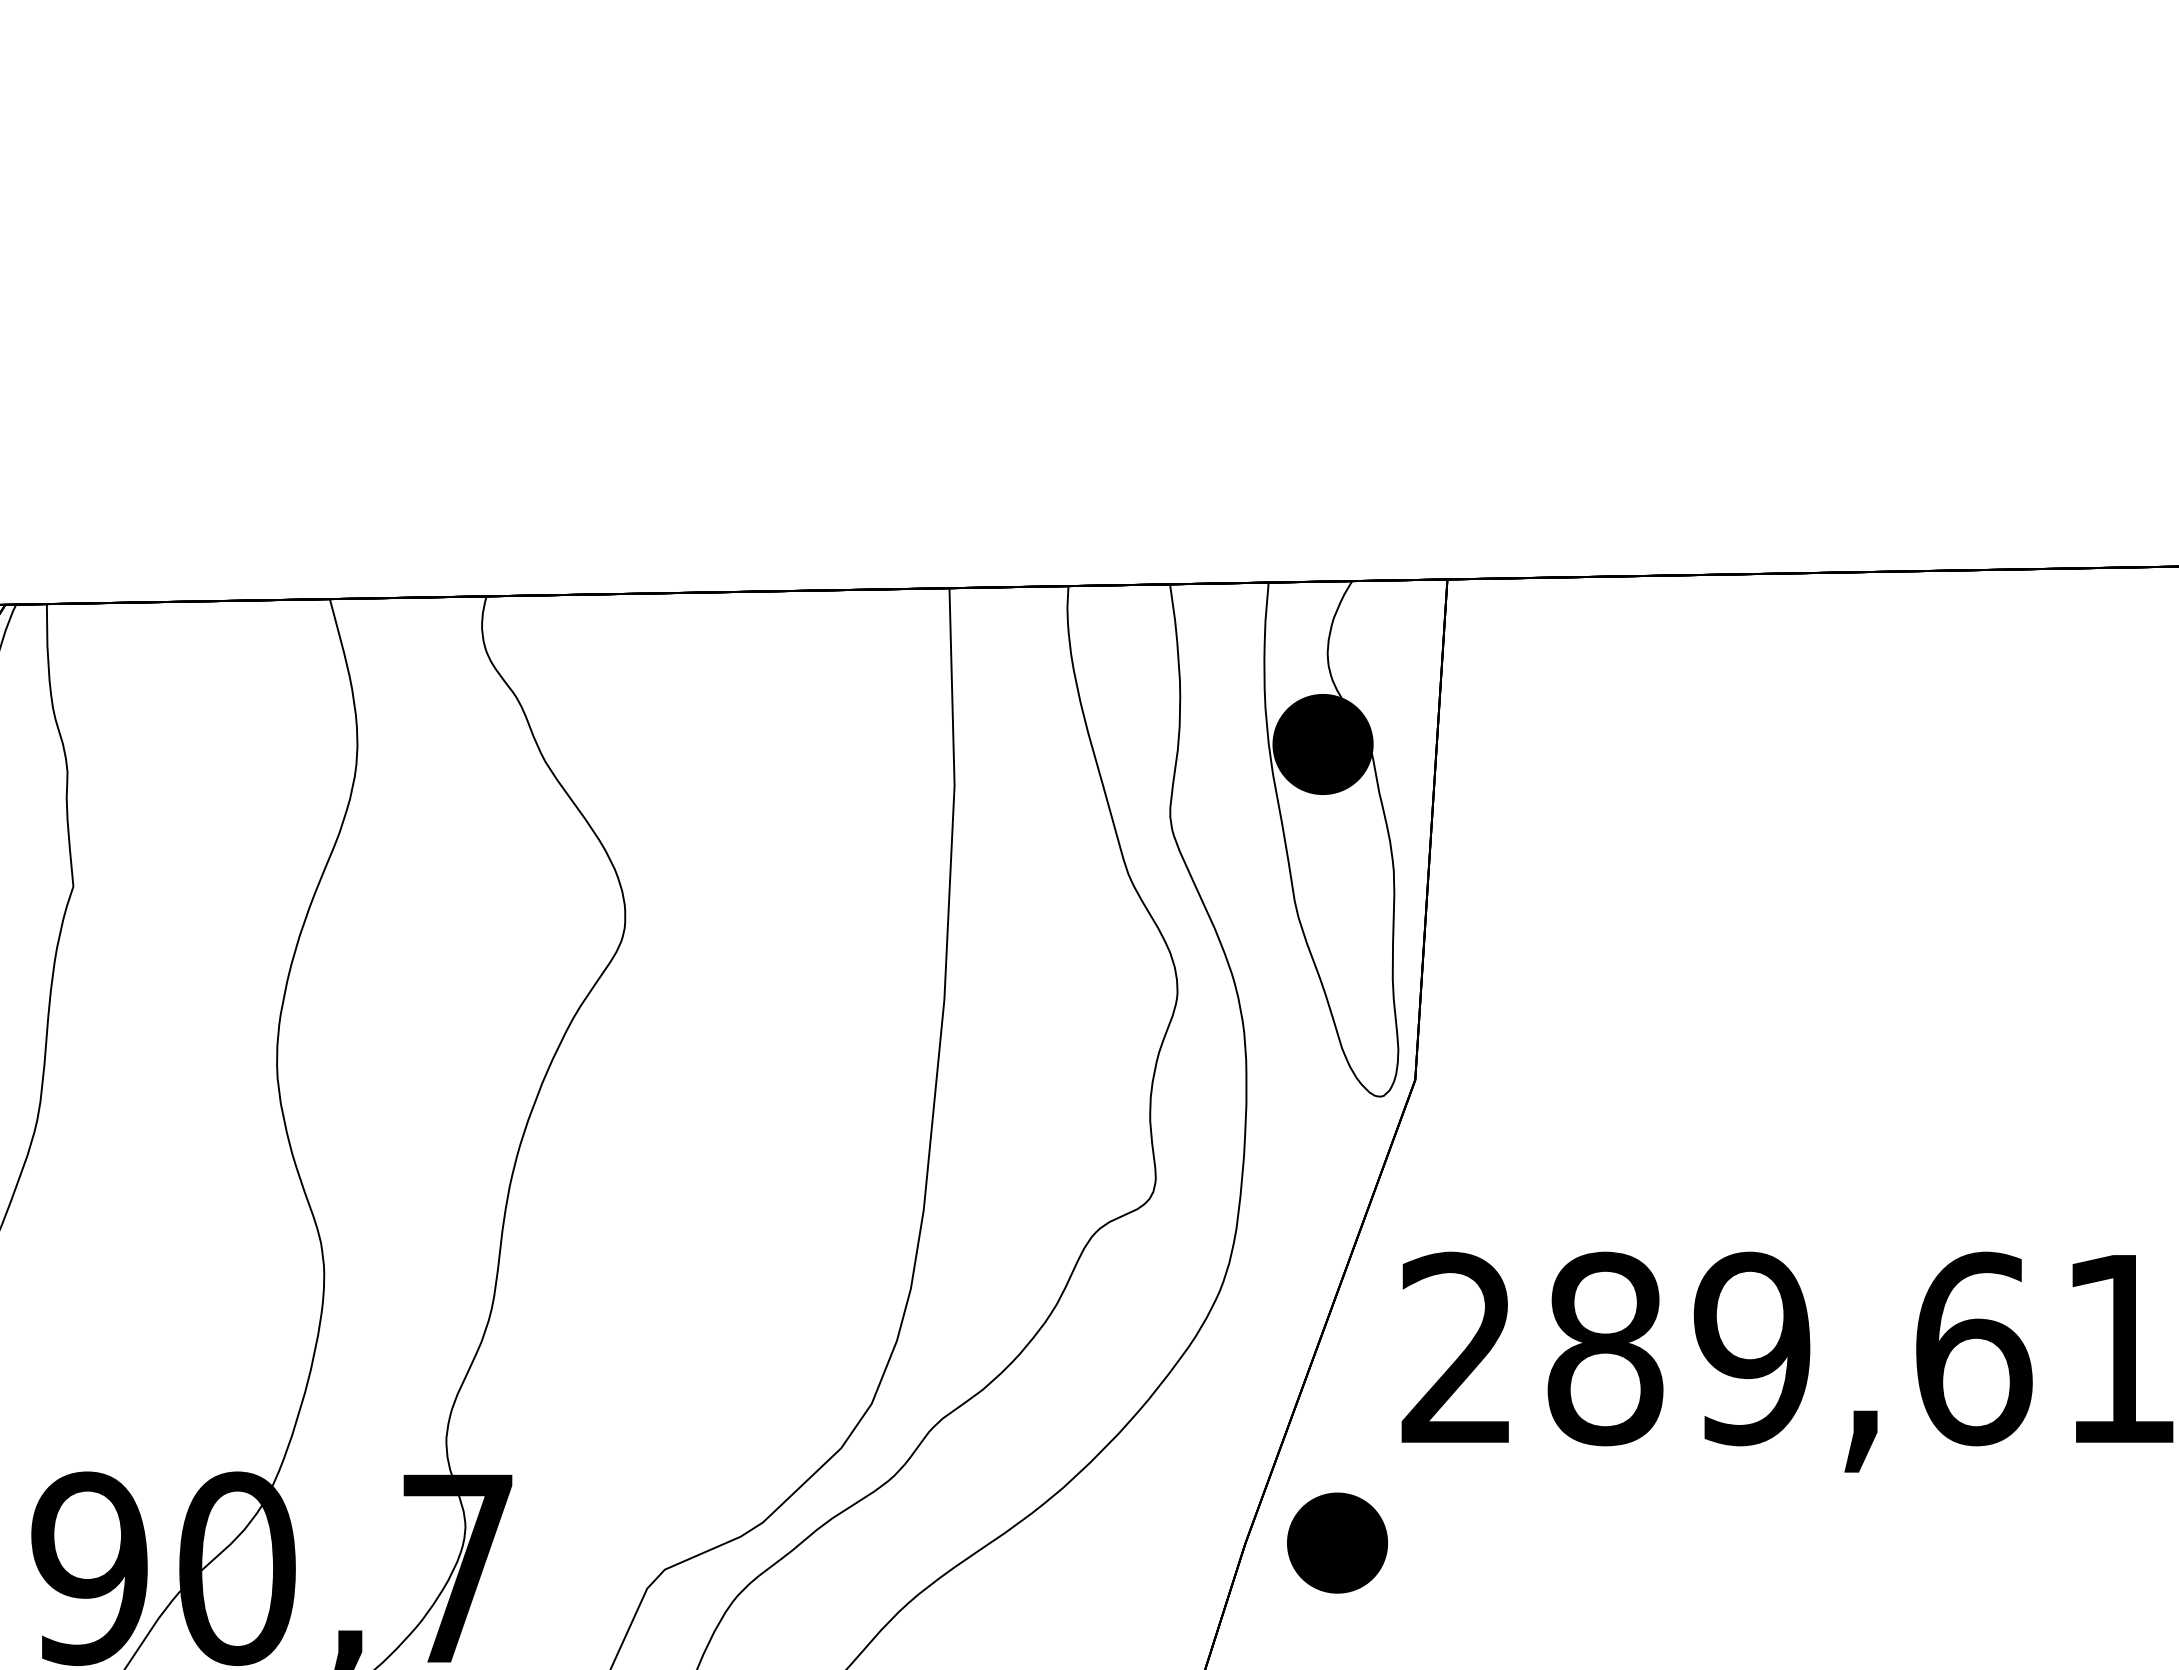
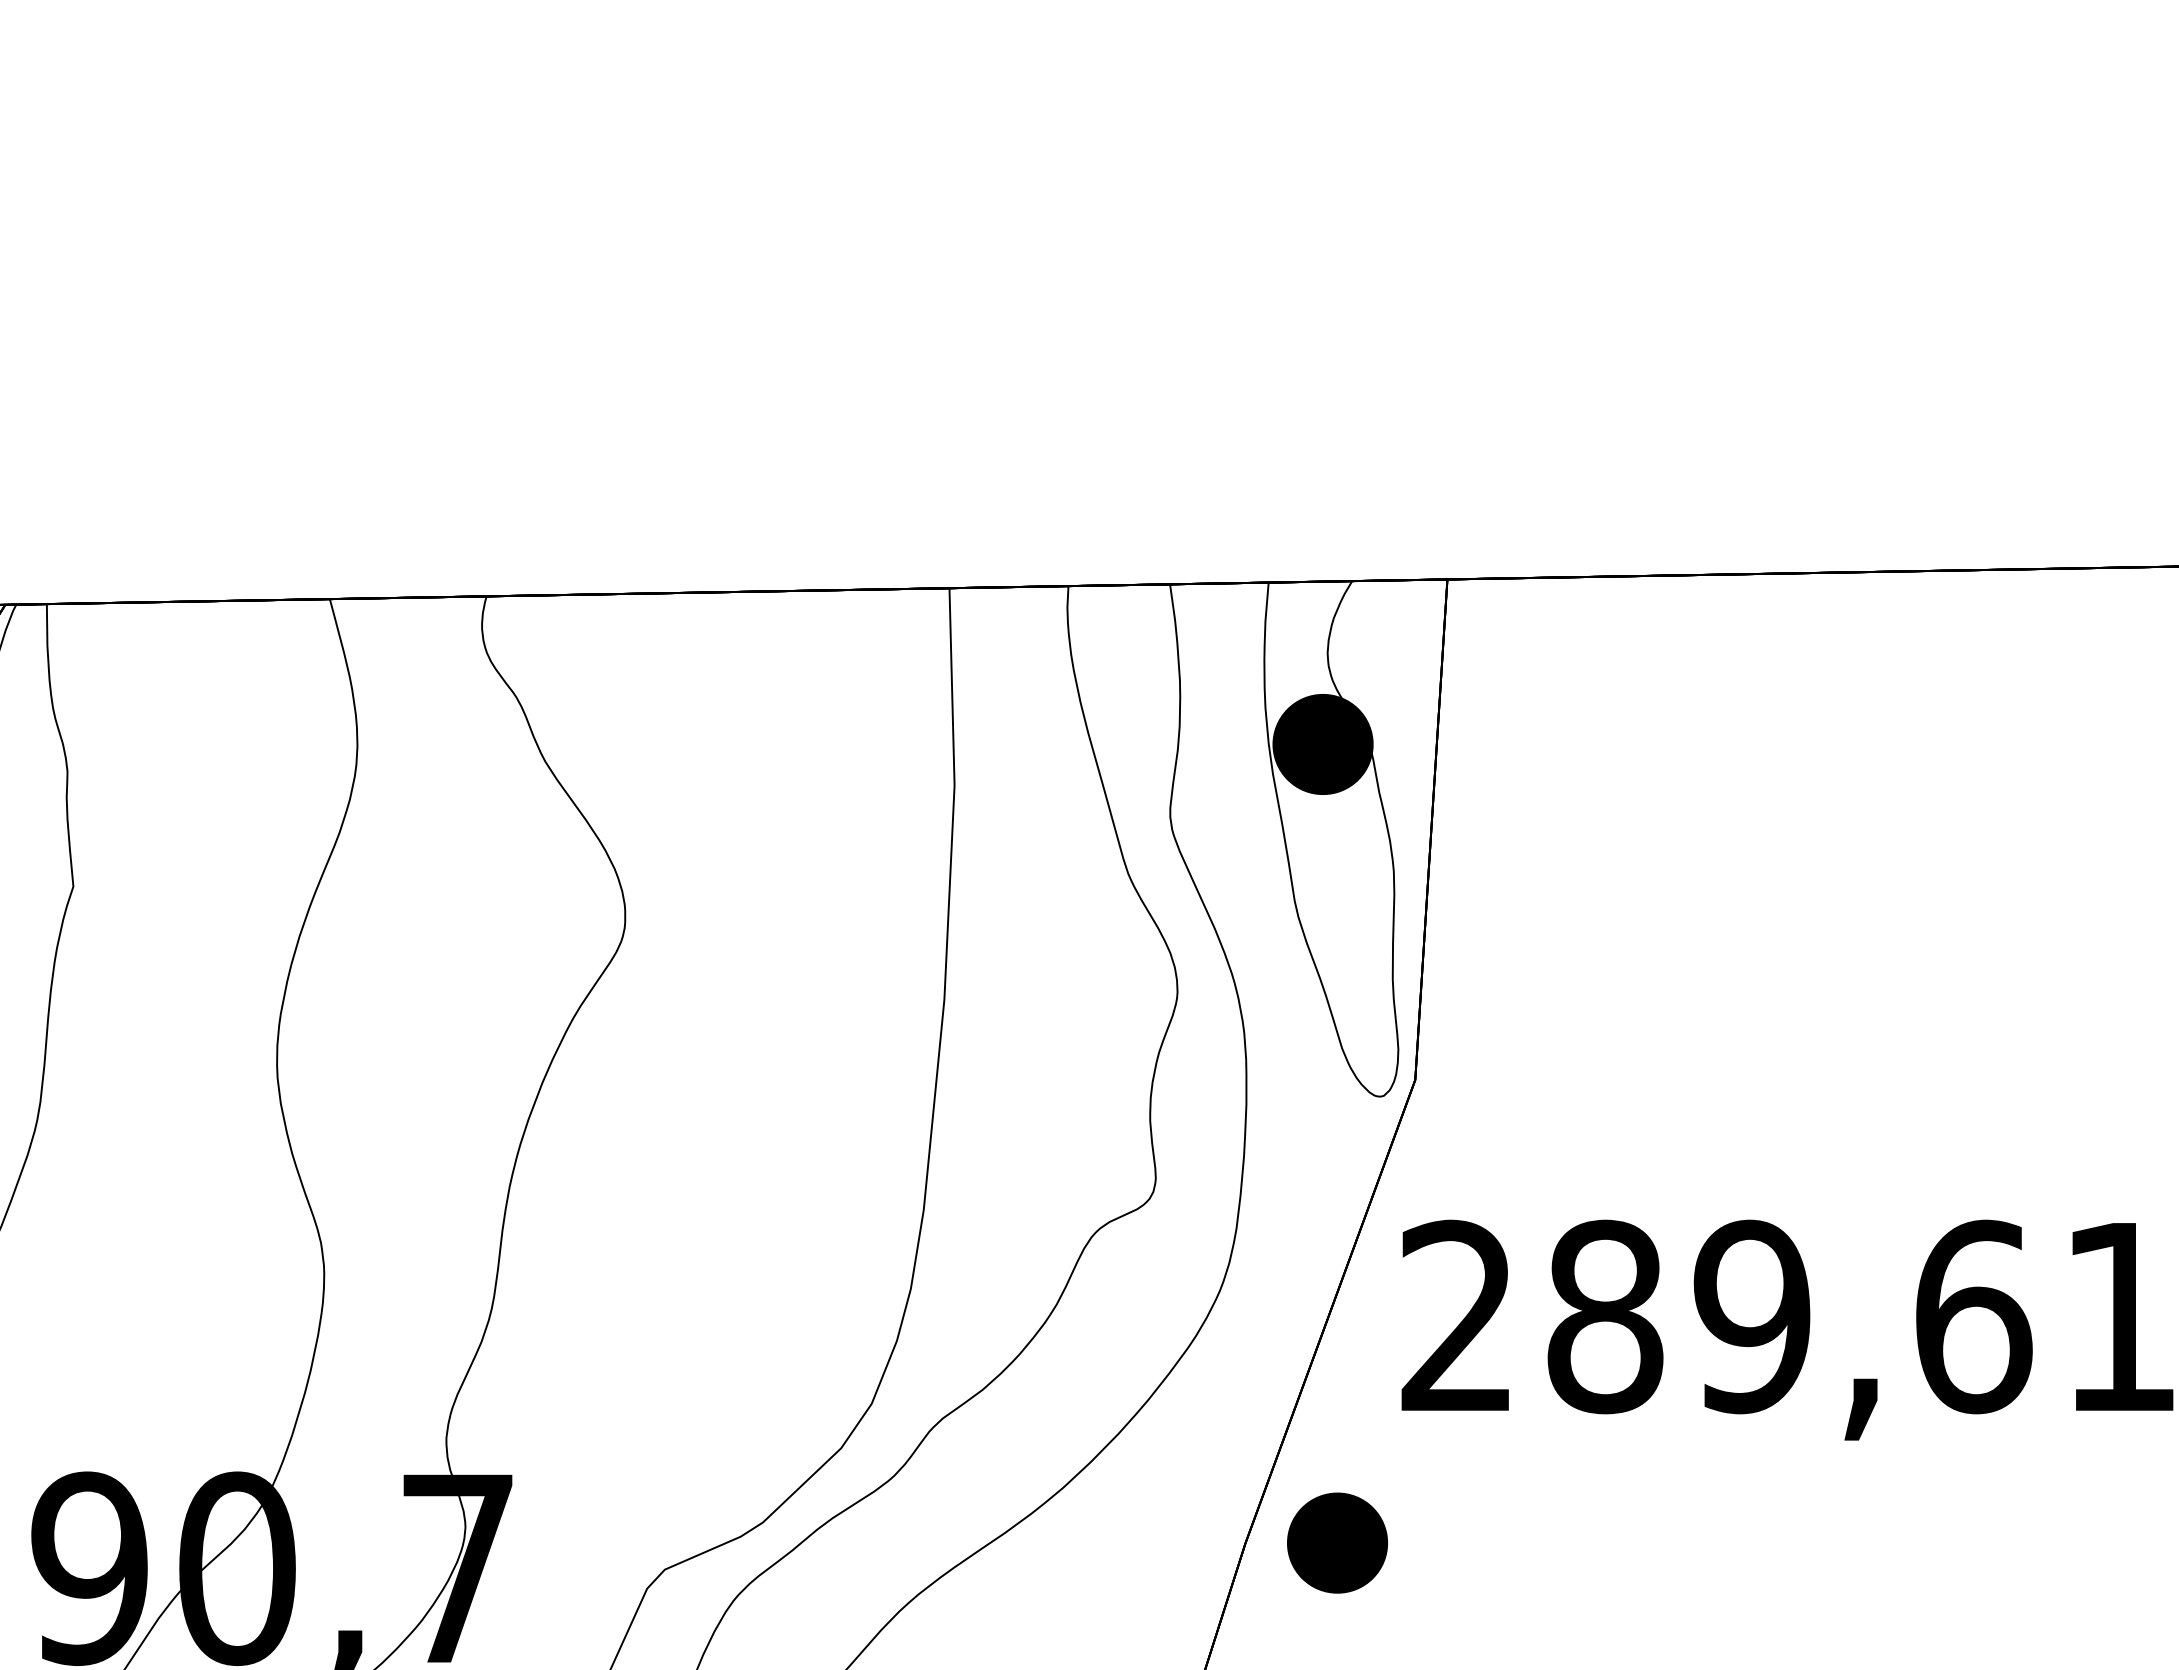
text at (1787, 1361) position: (1787, 1361) -> (1787, 1329)
